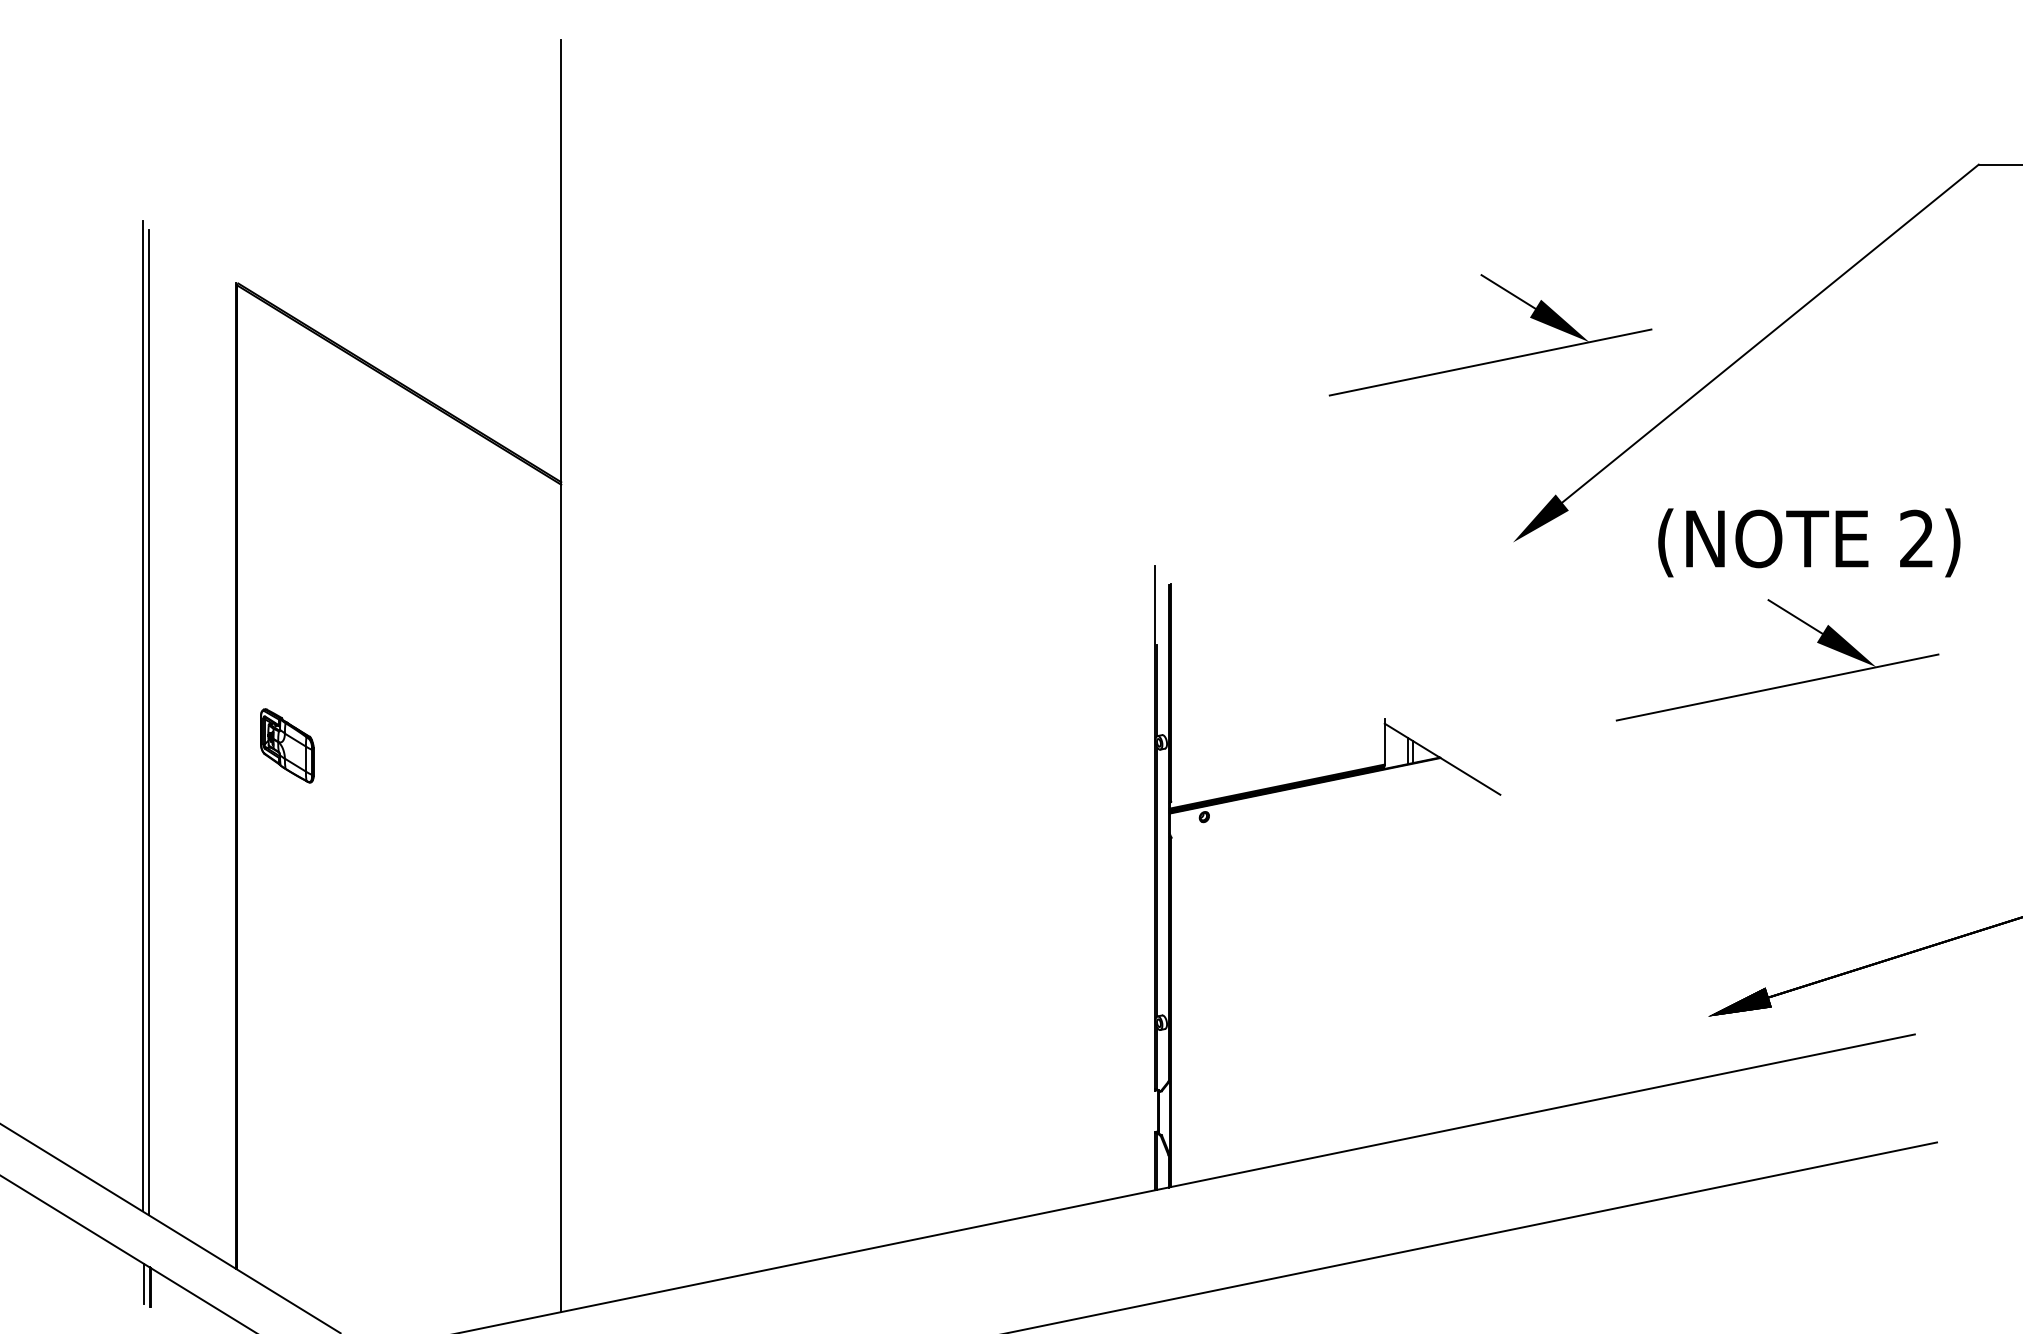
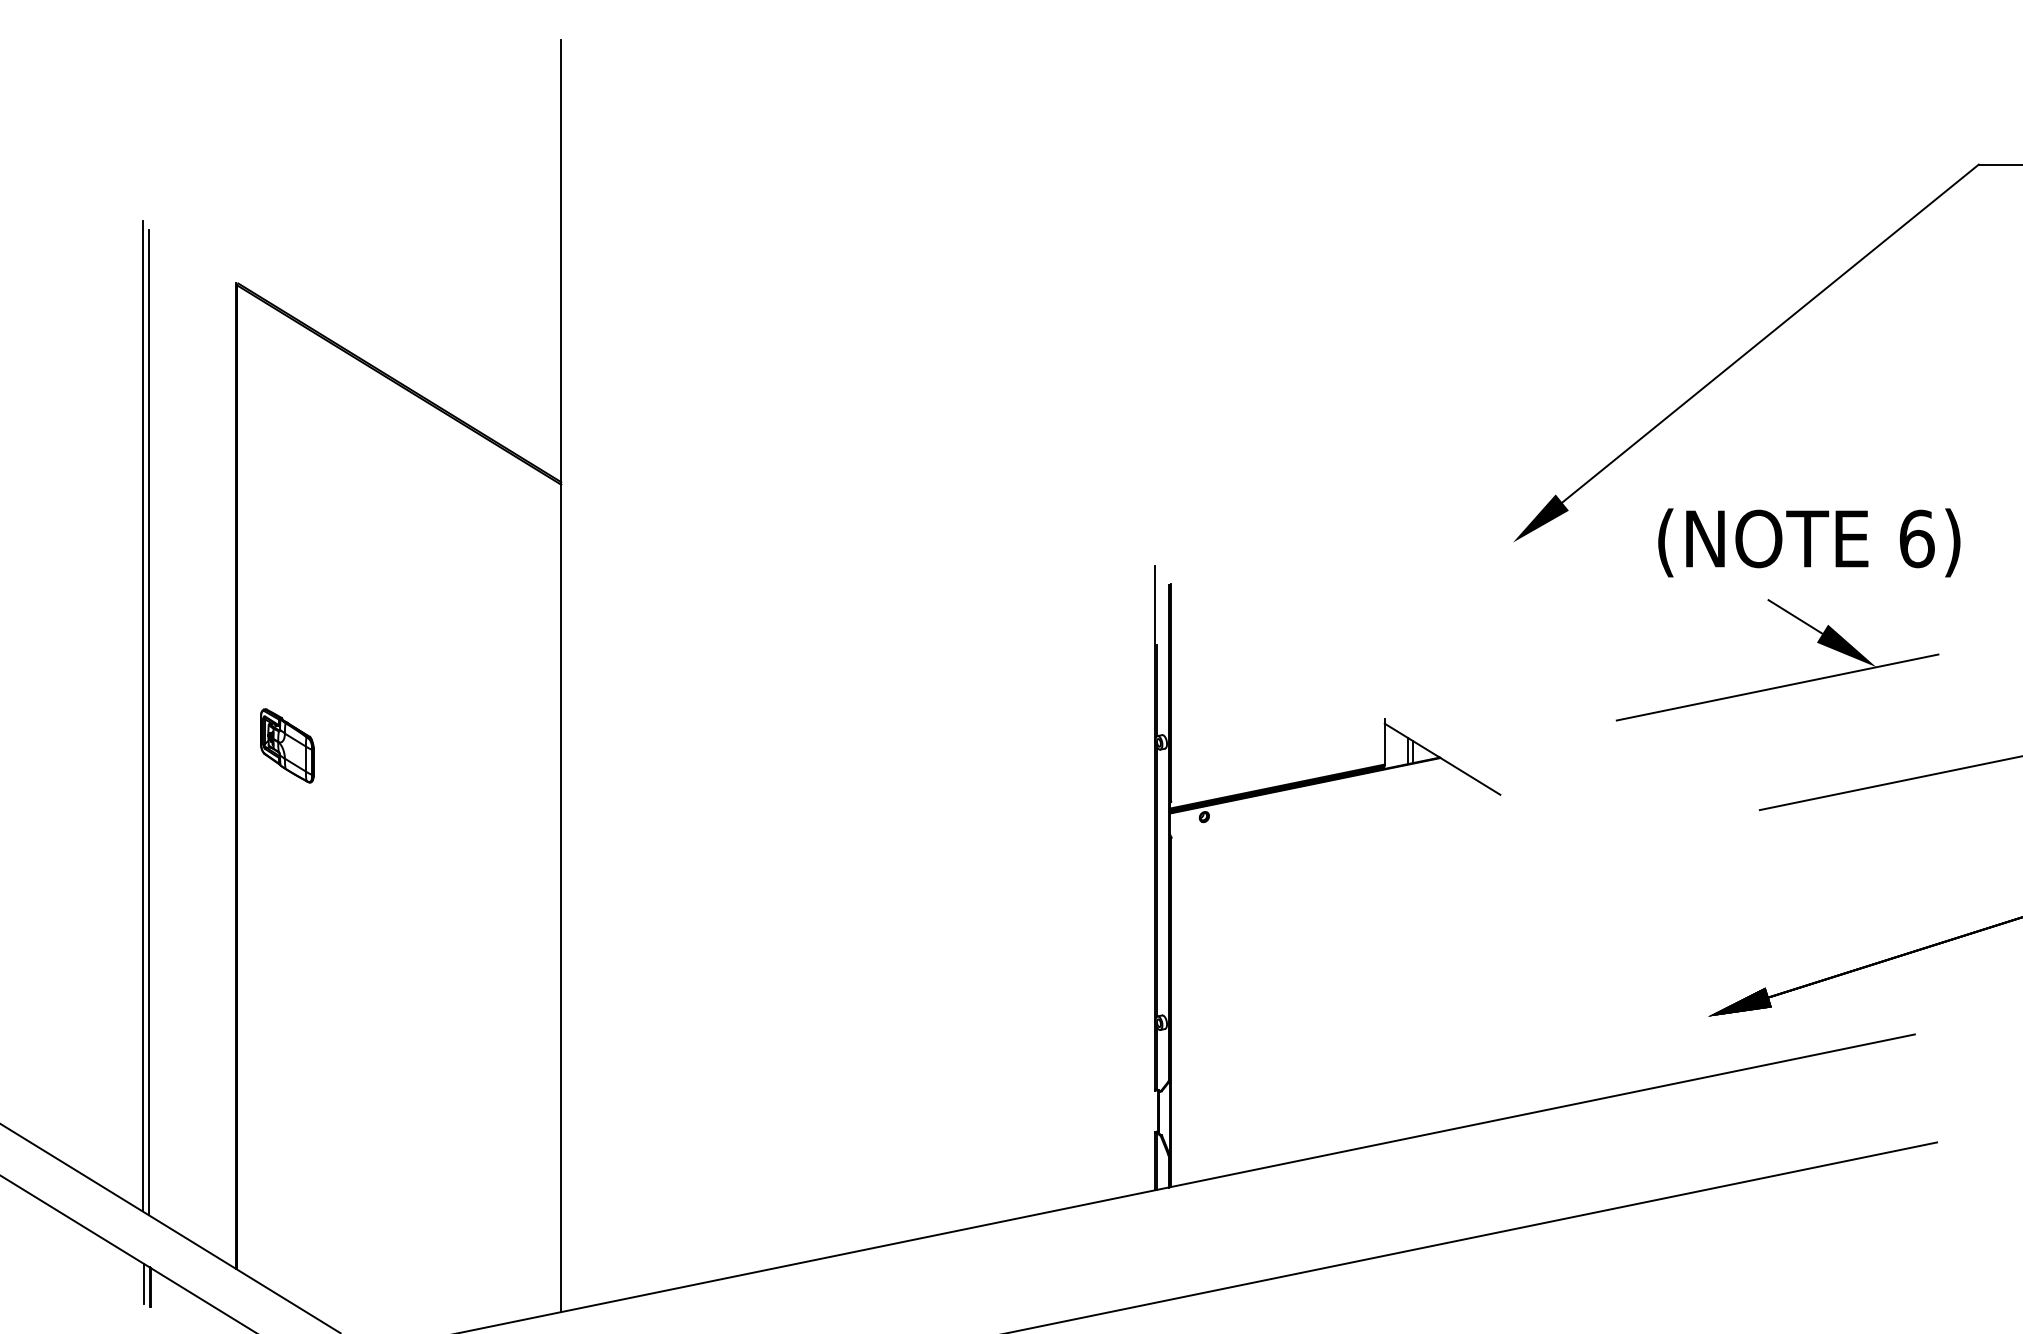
part at (1494, 360): present -> none
text at (1916, 538): 2) -> 6)
line at (1889, 783): none -> present
